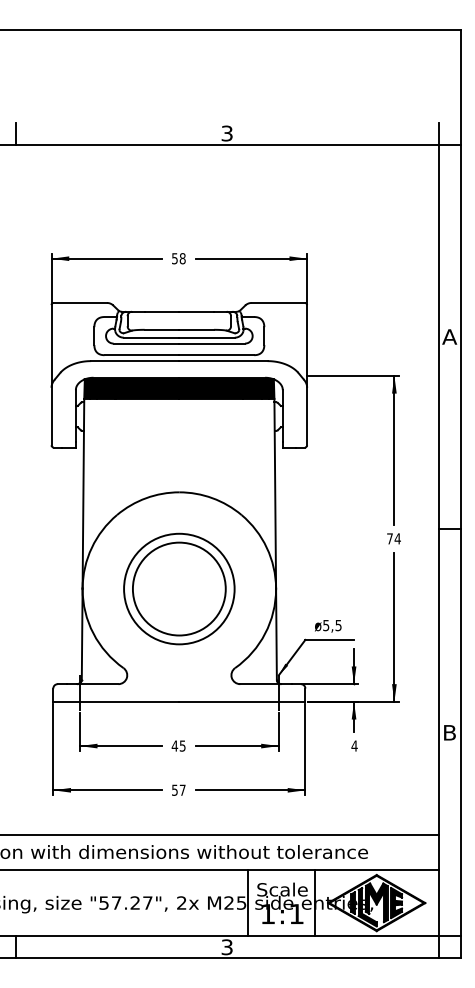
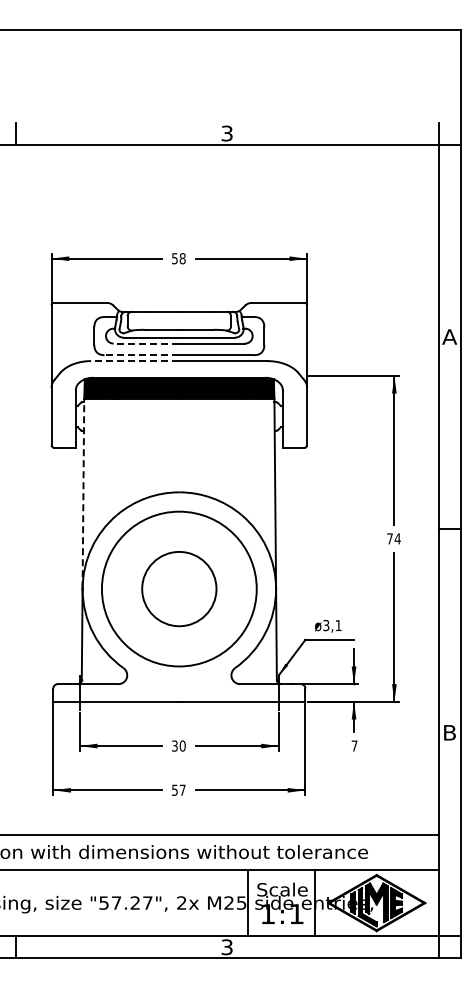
line at (146, 343): solid -> dashed
line at (141, 355): solid -> dashed
line at (134, 361): solid -> dashed
line at (83, 493): solid -> dashed
circle at (178, 588) diameter: 93 px -> 74 px
circle at (179, 588) diameter: 111 px -> 155 px
text at (332, 625): ø5,5 -> ø3,1
text at (178, 745): 45 -> 30
text at (354, 745): 4 -> 7
